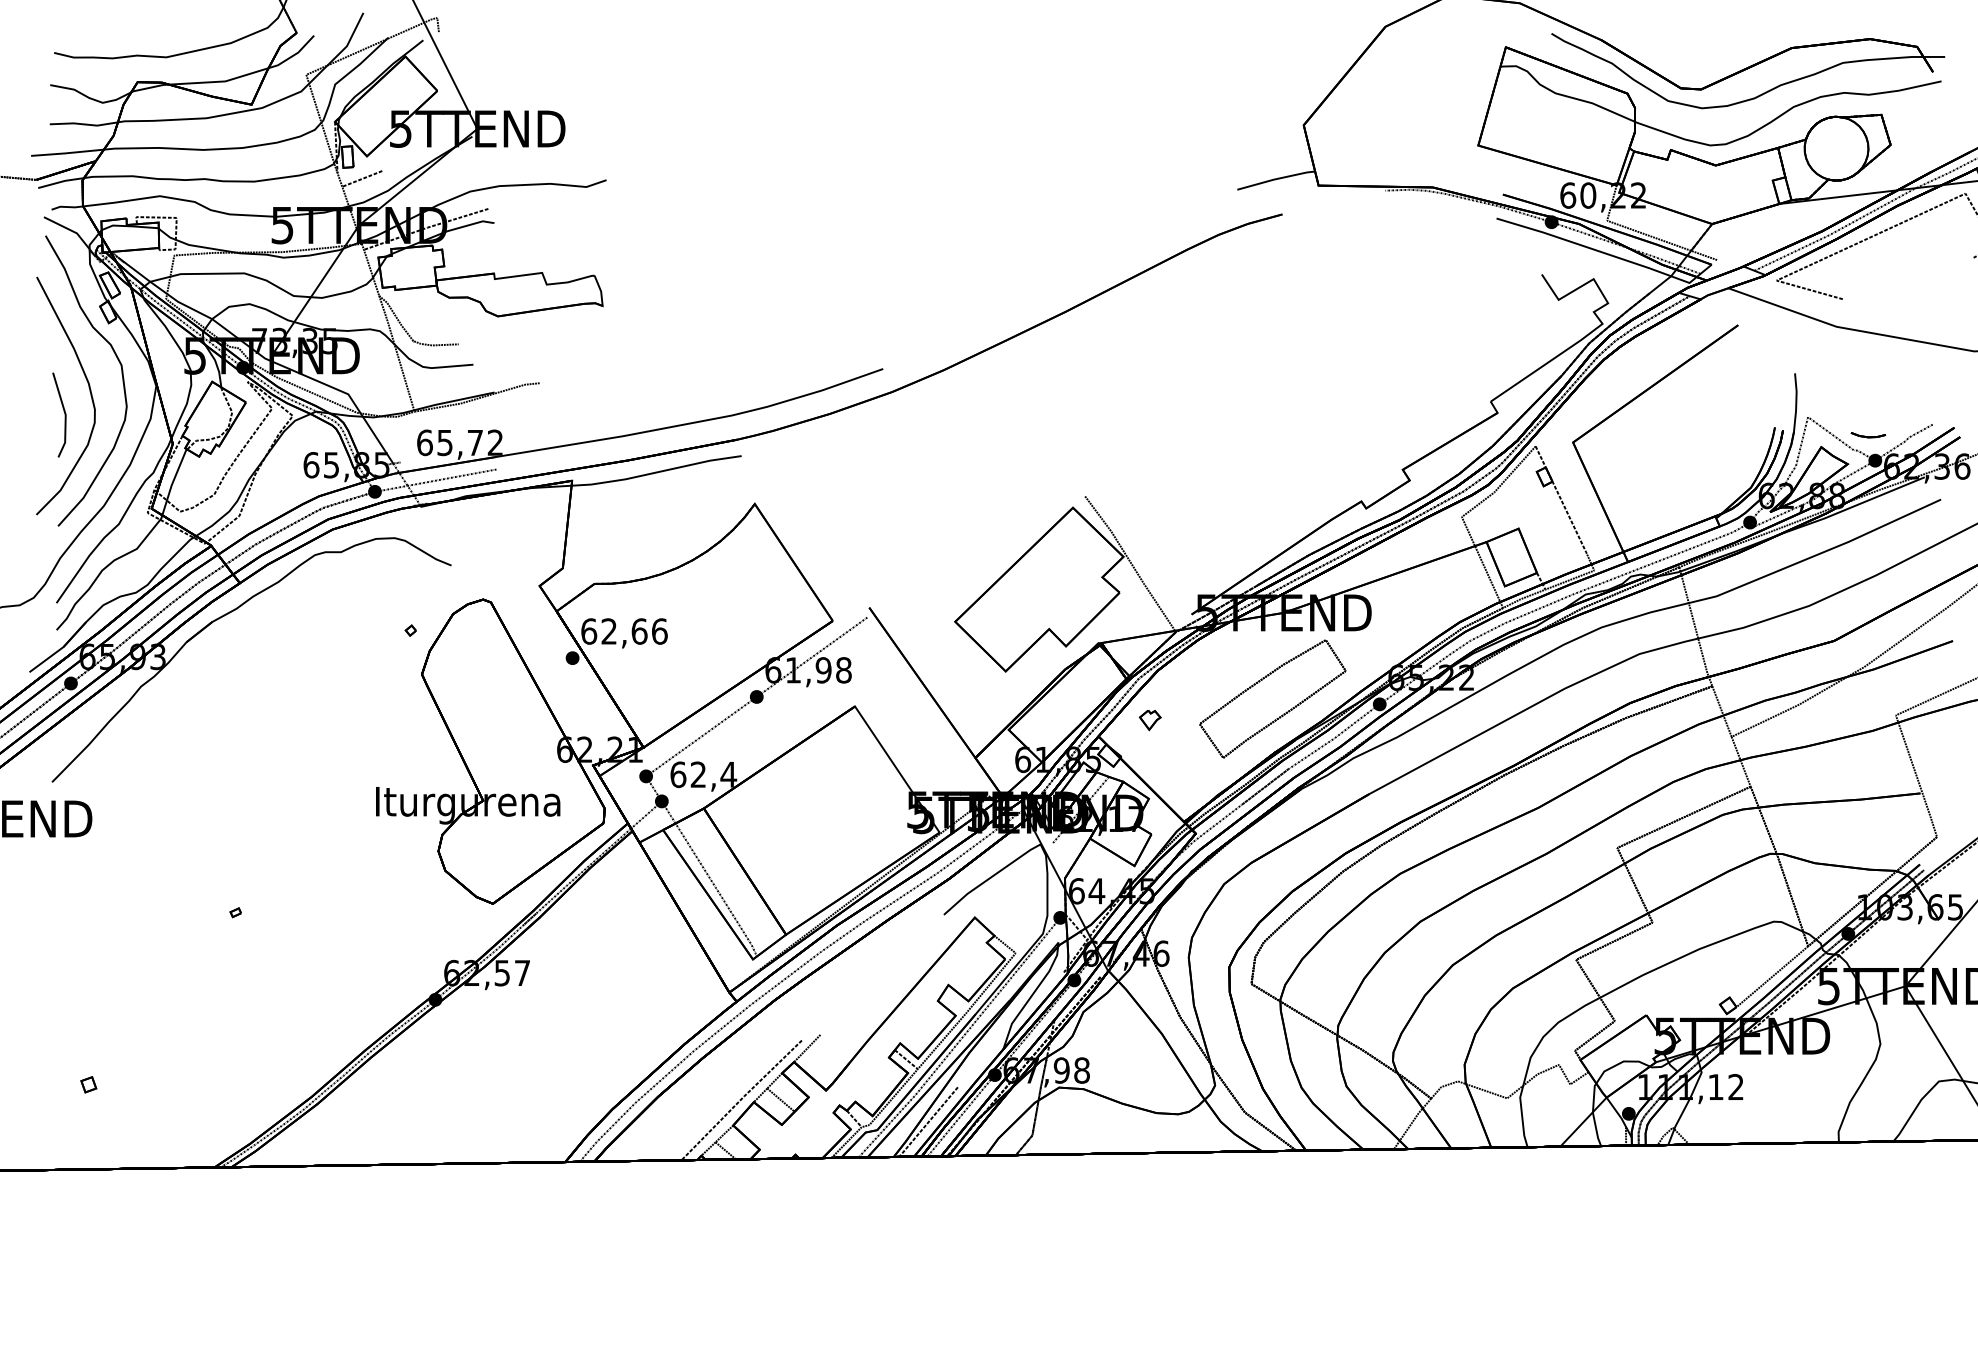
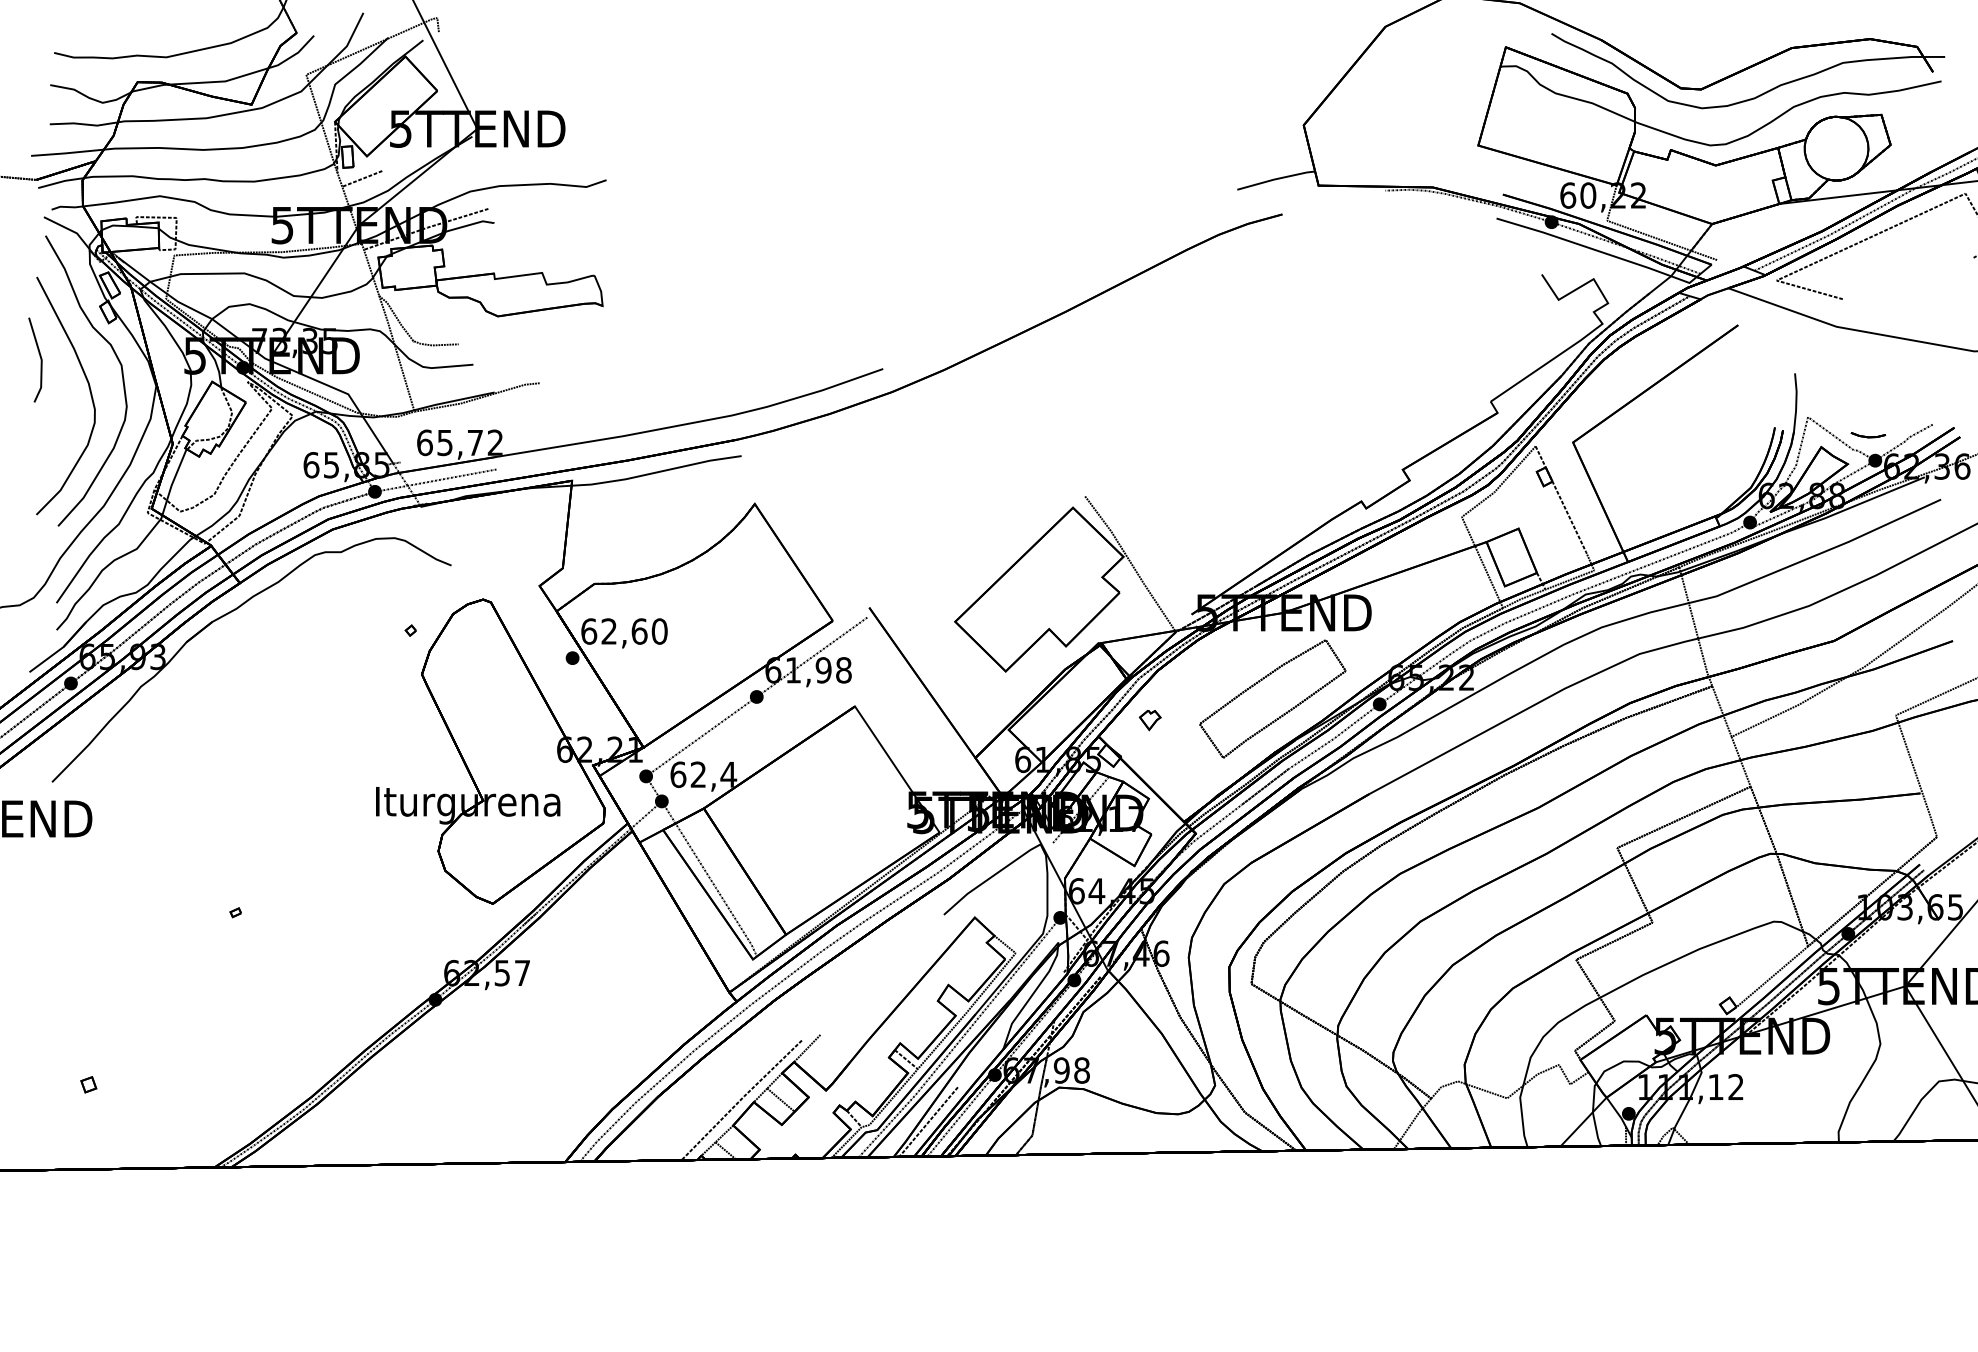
line at (63, 411) position: (63, 411) -> (39, 356)
text at (659, 631): 62,66 -> 62,60
